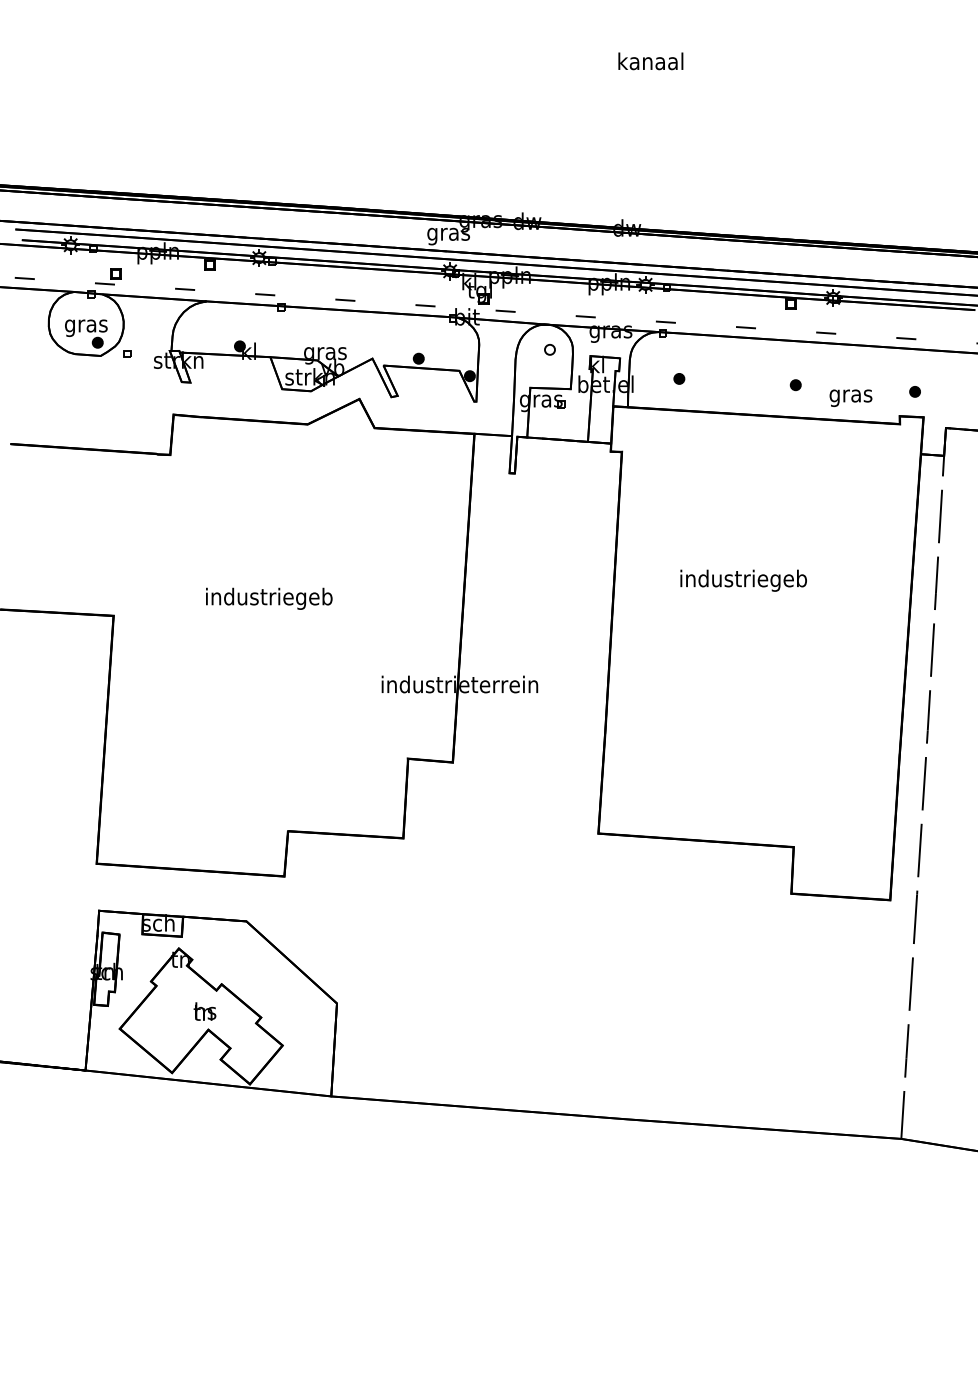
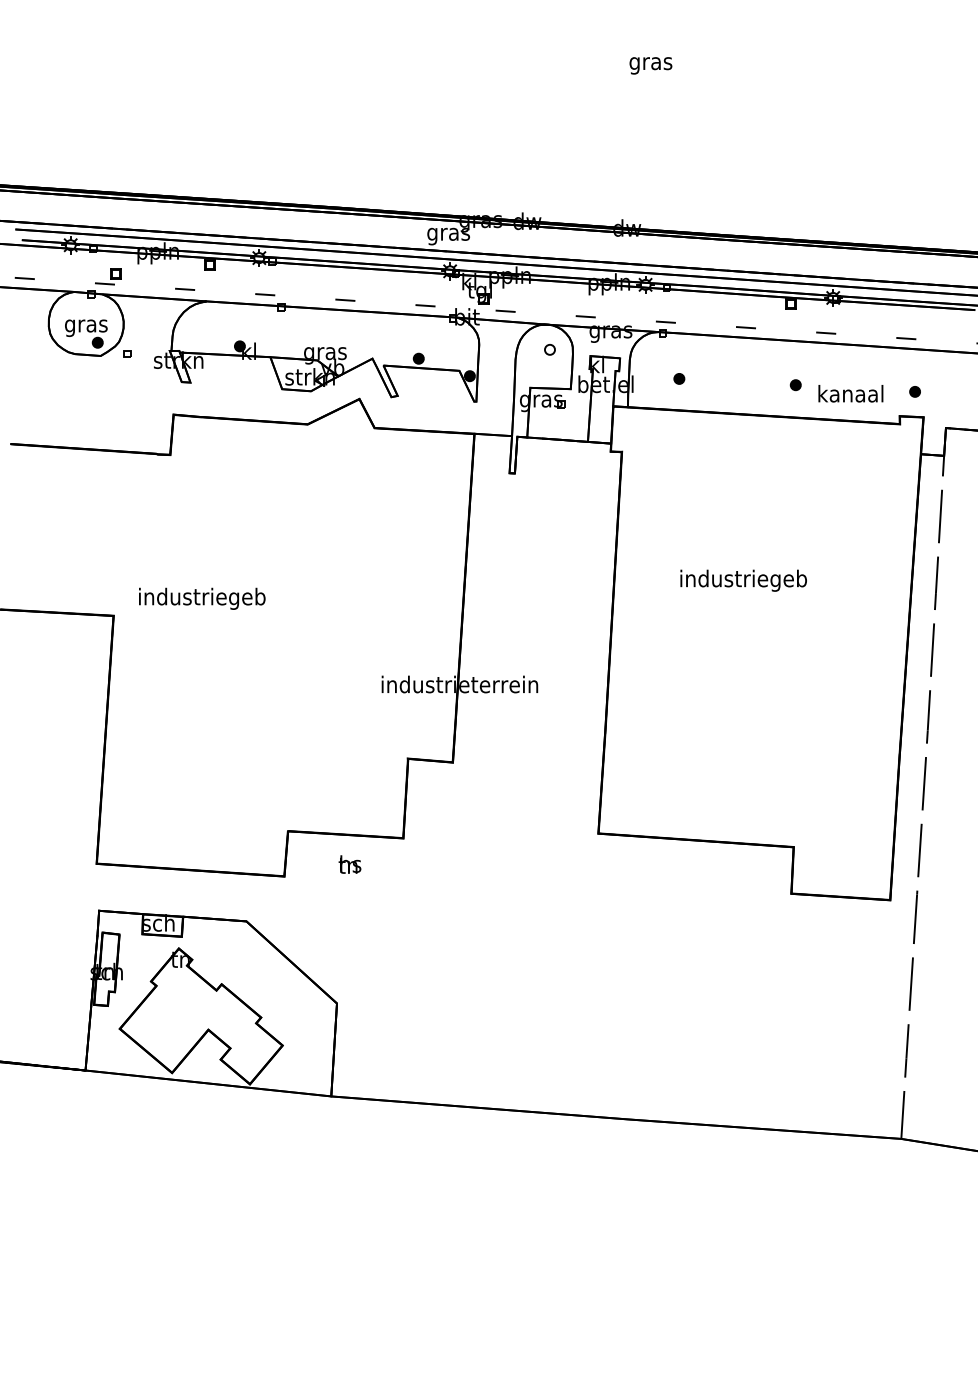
text at (650, 63): kanaal -> gras
text at (850, 395): gras -> kanaal
text at (269, 598) position: (269, 598) -> (202, 598)
text at (204, 1011) position: (204, 1011) -> (349, 864)
